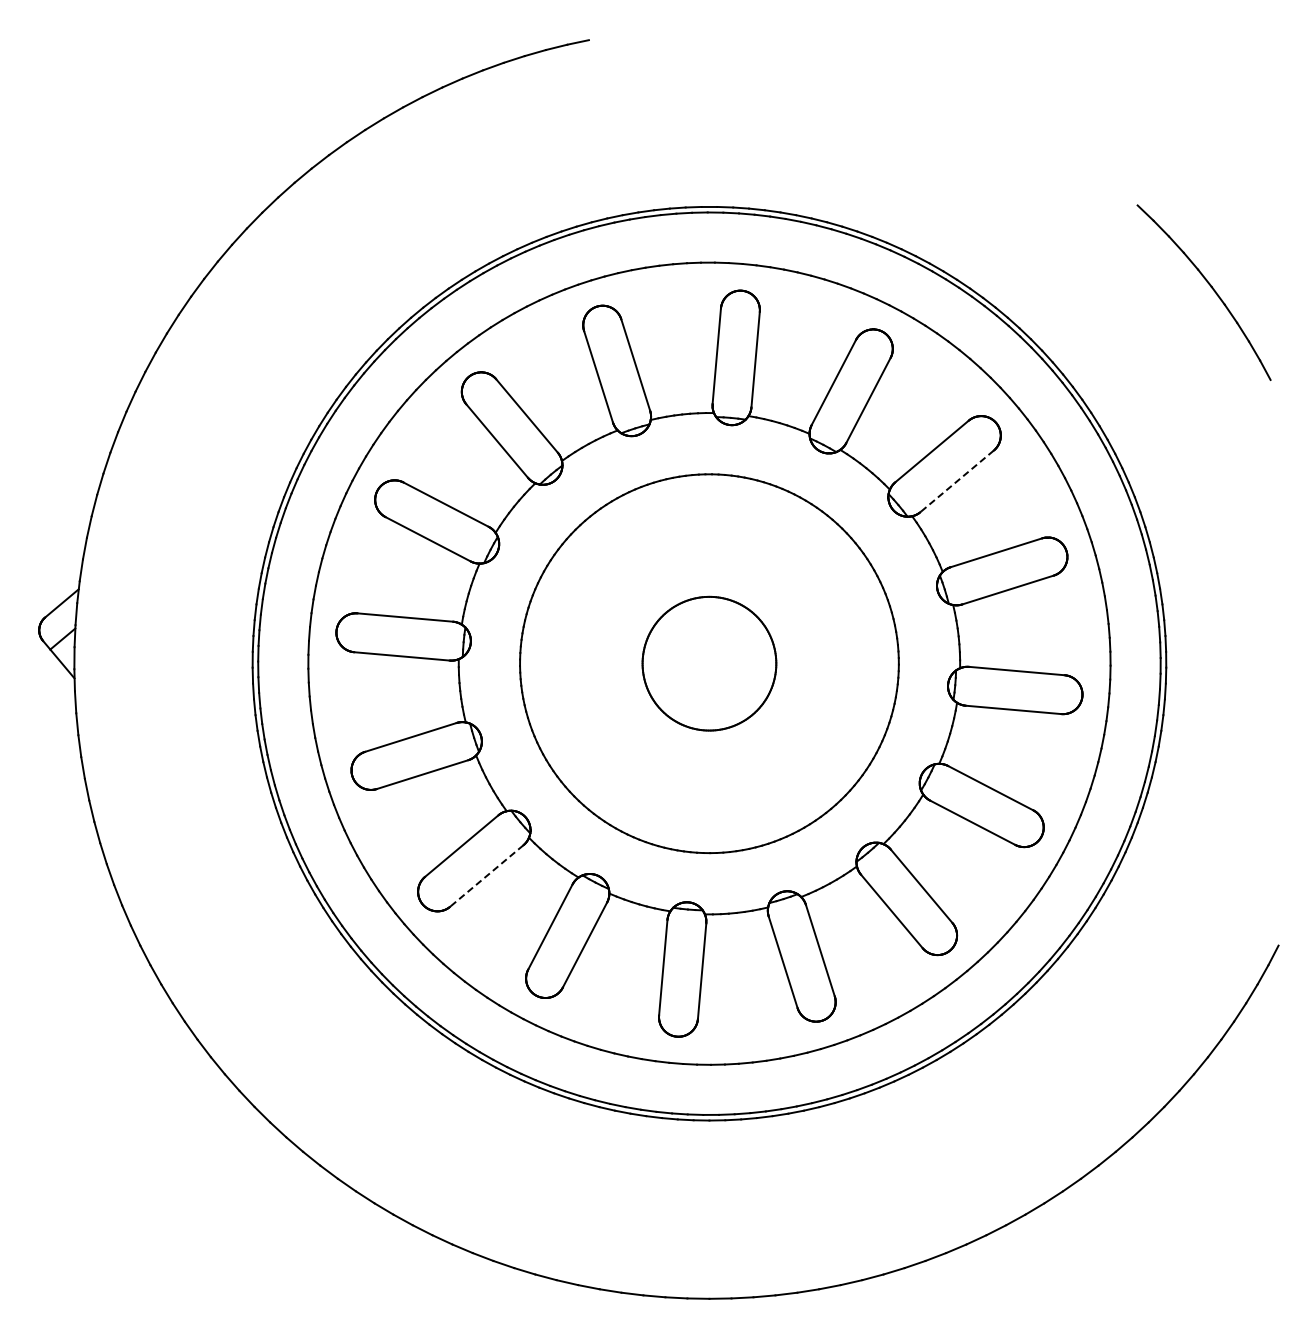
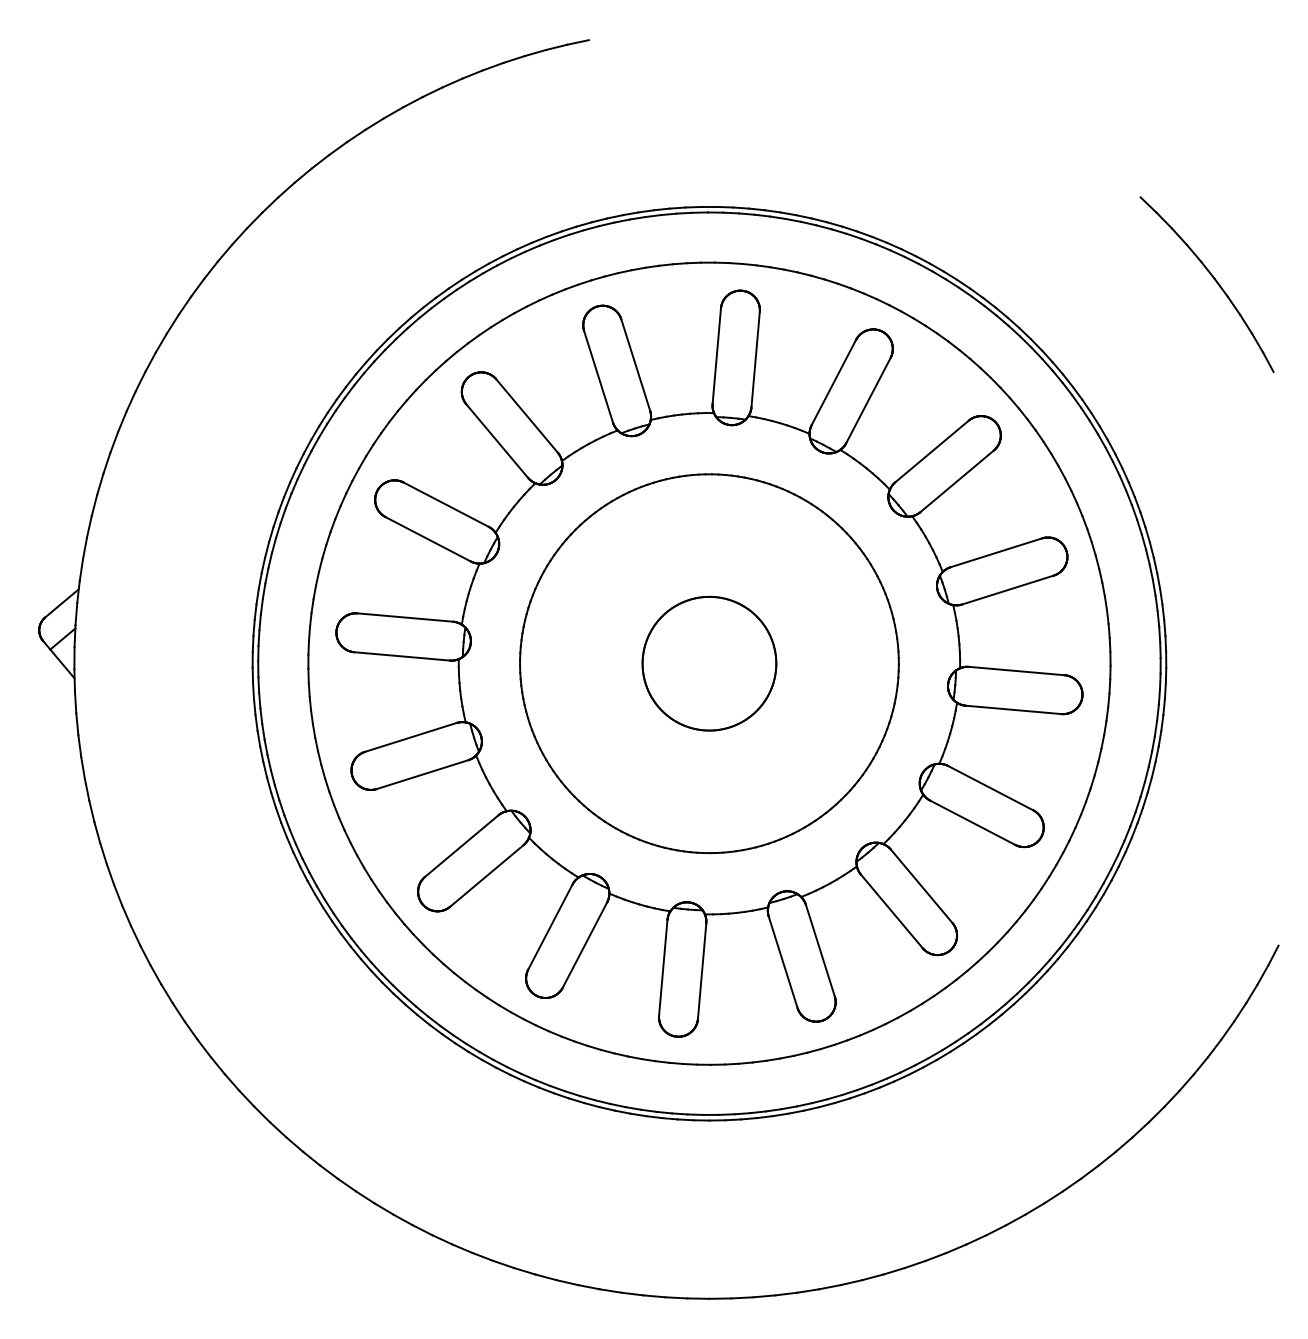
part at (1210, 287) position: (1210, 287) -> (1213, 279)
line at (957, 481): dashed -> solid
line at (486, 875): dashed -> solid
